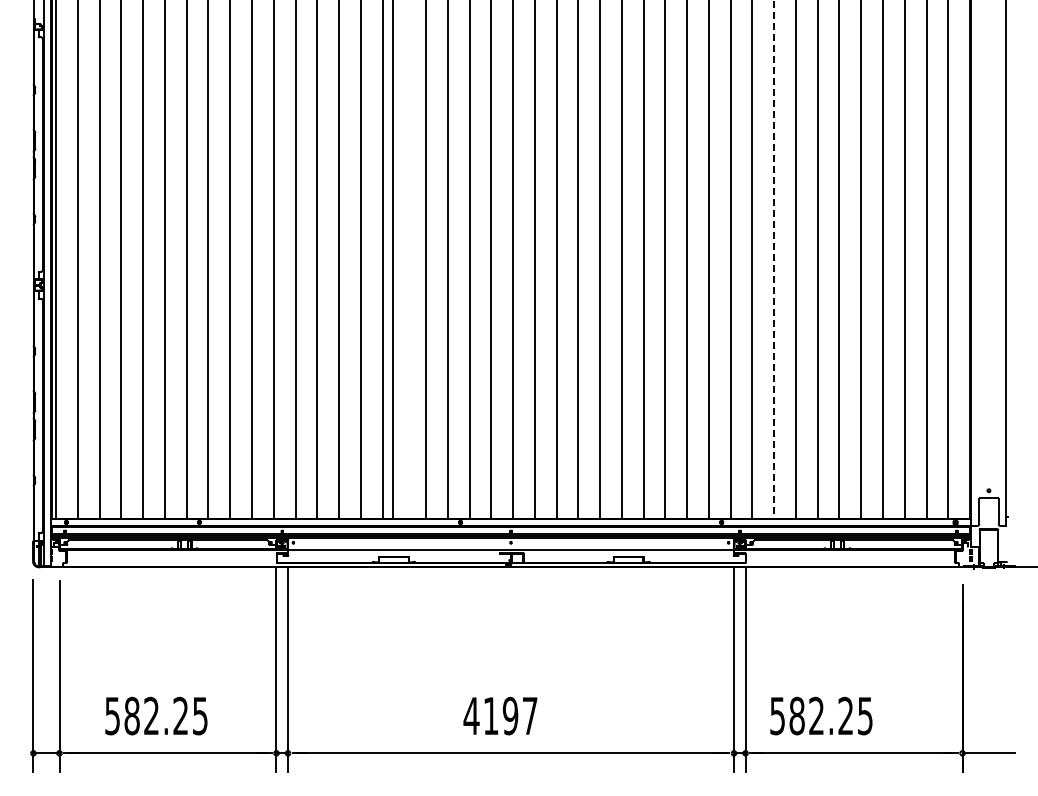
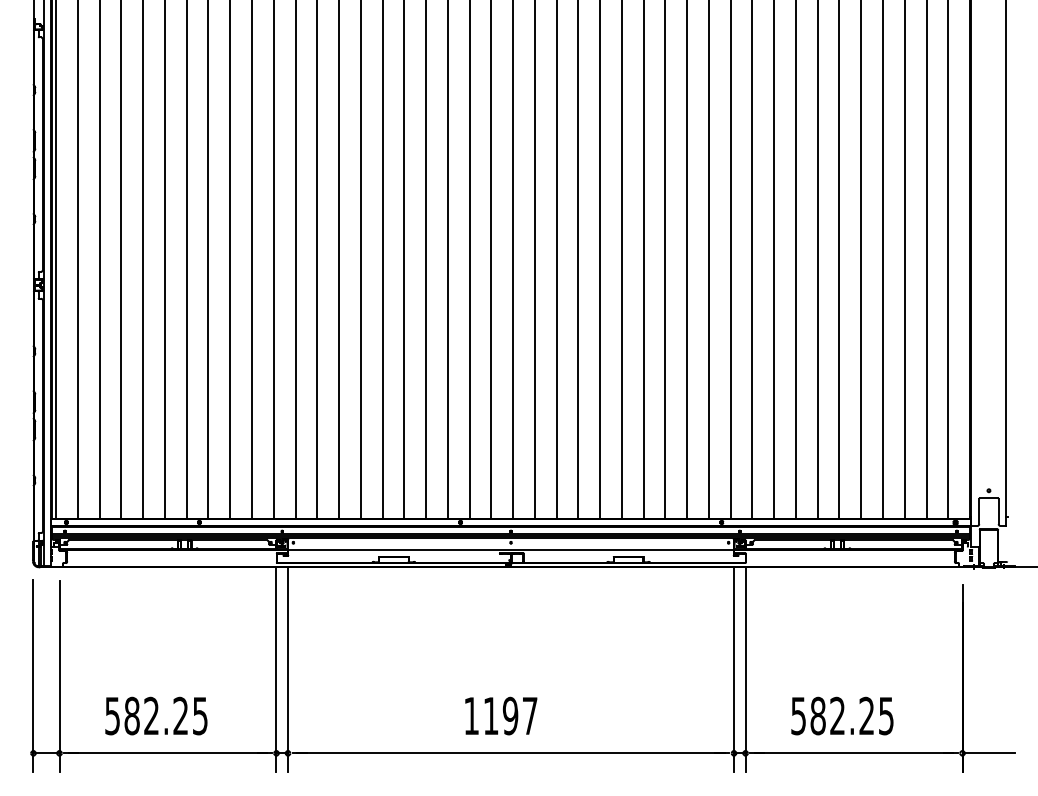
line at (774, 259): dashed -> solid
line at (393, 260) position: (393, 260) -> (404, 260)
text at (471, 715): 4197 -> 1197
text at (821, 715) position: (821, 715) -> (842, 715)
